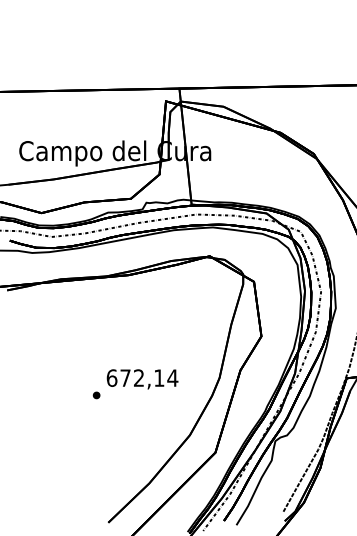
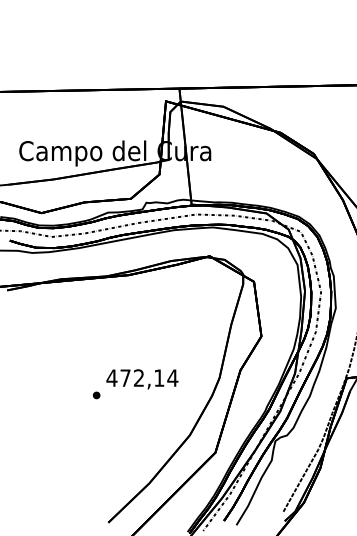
text at (111, 377): 672,14 -> 472,14
